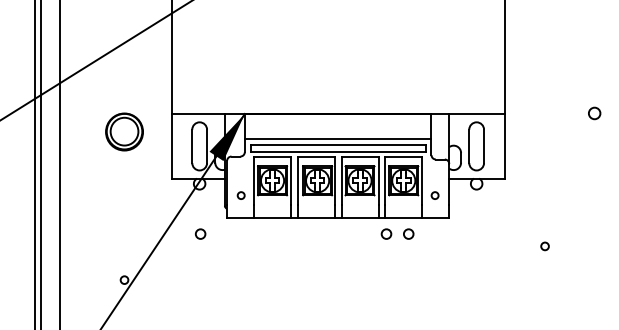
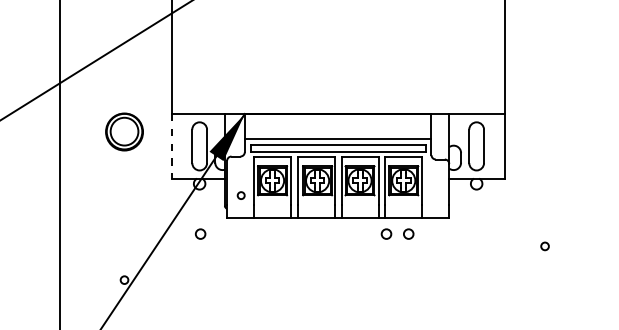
circle at (594, 113): present -> none
line at (171, 146): solid -> dashed
line at (35, 164): present -> none
line at (41, 164): present -> none
circle at (434, 195): present -> none
